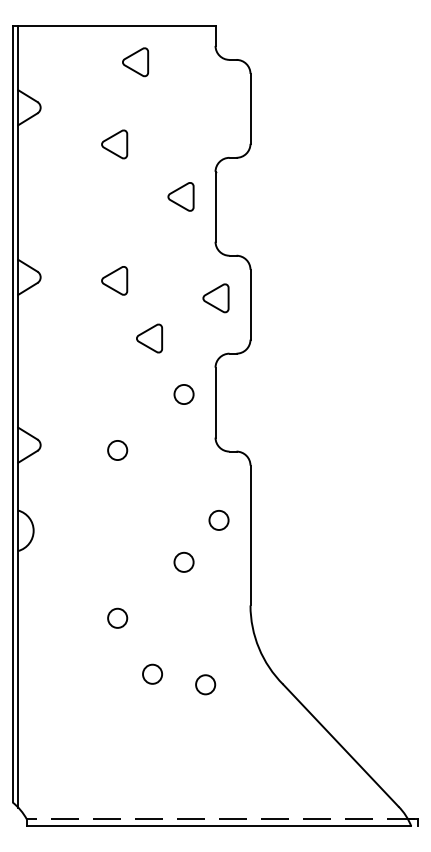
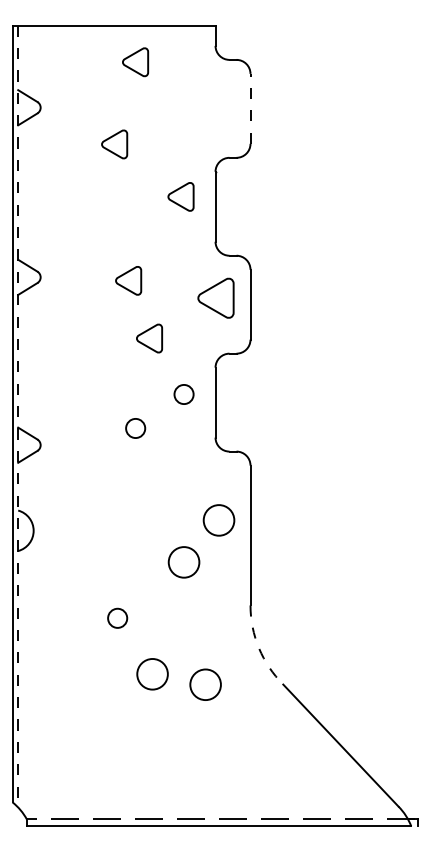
line at (250, 108): solid -> dashed
part at (114, 280) position: (114, 280) -> (128, 280)
part at (215, 298) size: 28x31 px -> 38x42 px
line at (18, 416): solid -> dashed
circle at (117, 450) position: (117, 450) -> (135, 428)
circle at (218, 519) diameter: 19 px -> 31 px
circle at (183, 561) diameter: 19 px -> 31 px
arc at (259, 648): solid -> dashed
circle at (152, 673) diameter: 19 px -> 31 px
circle at (205, 684) diameter: 19 px -> 31 px
